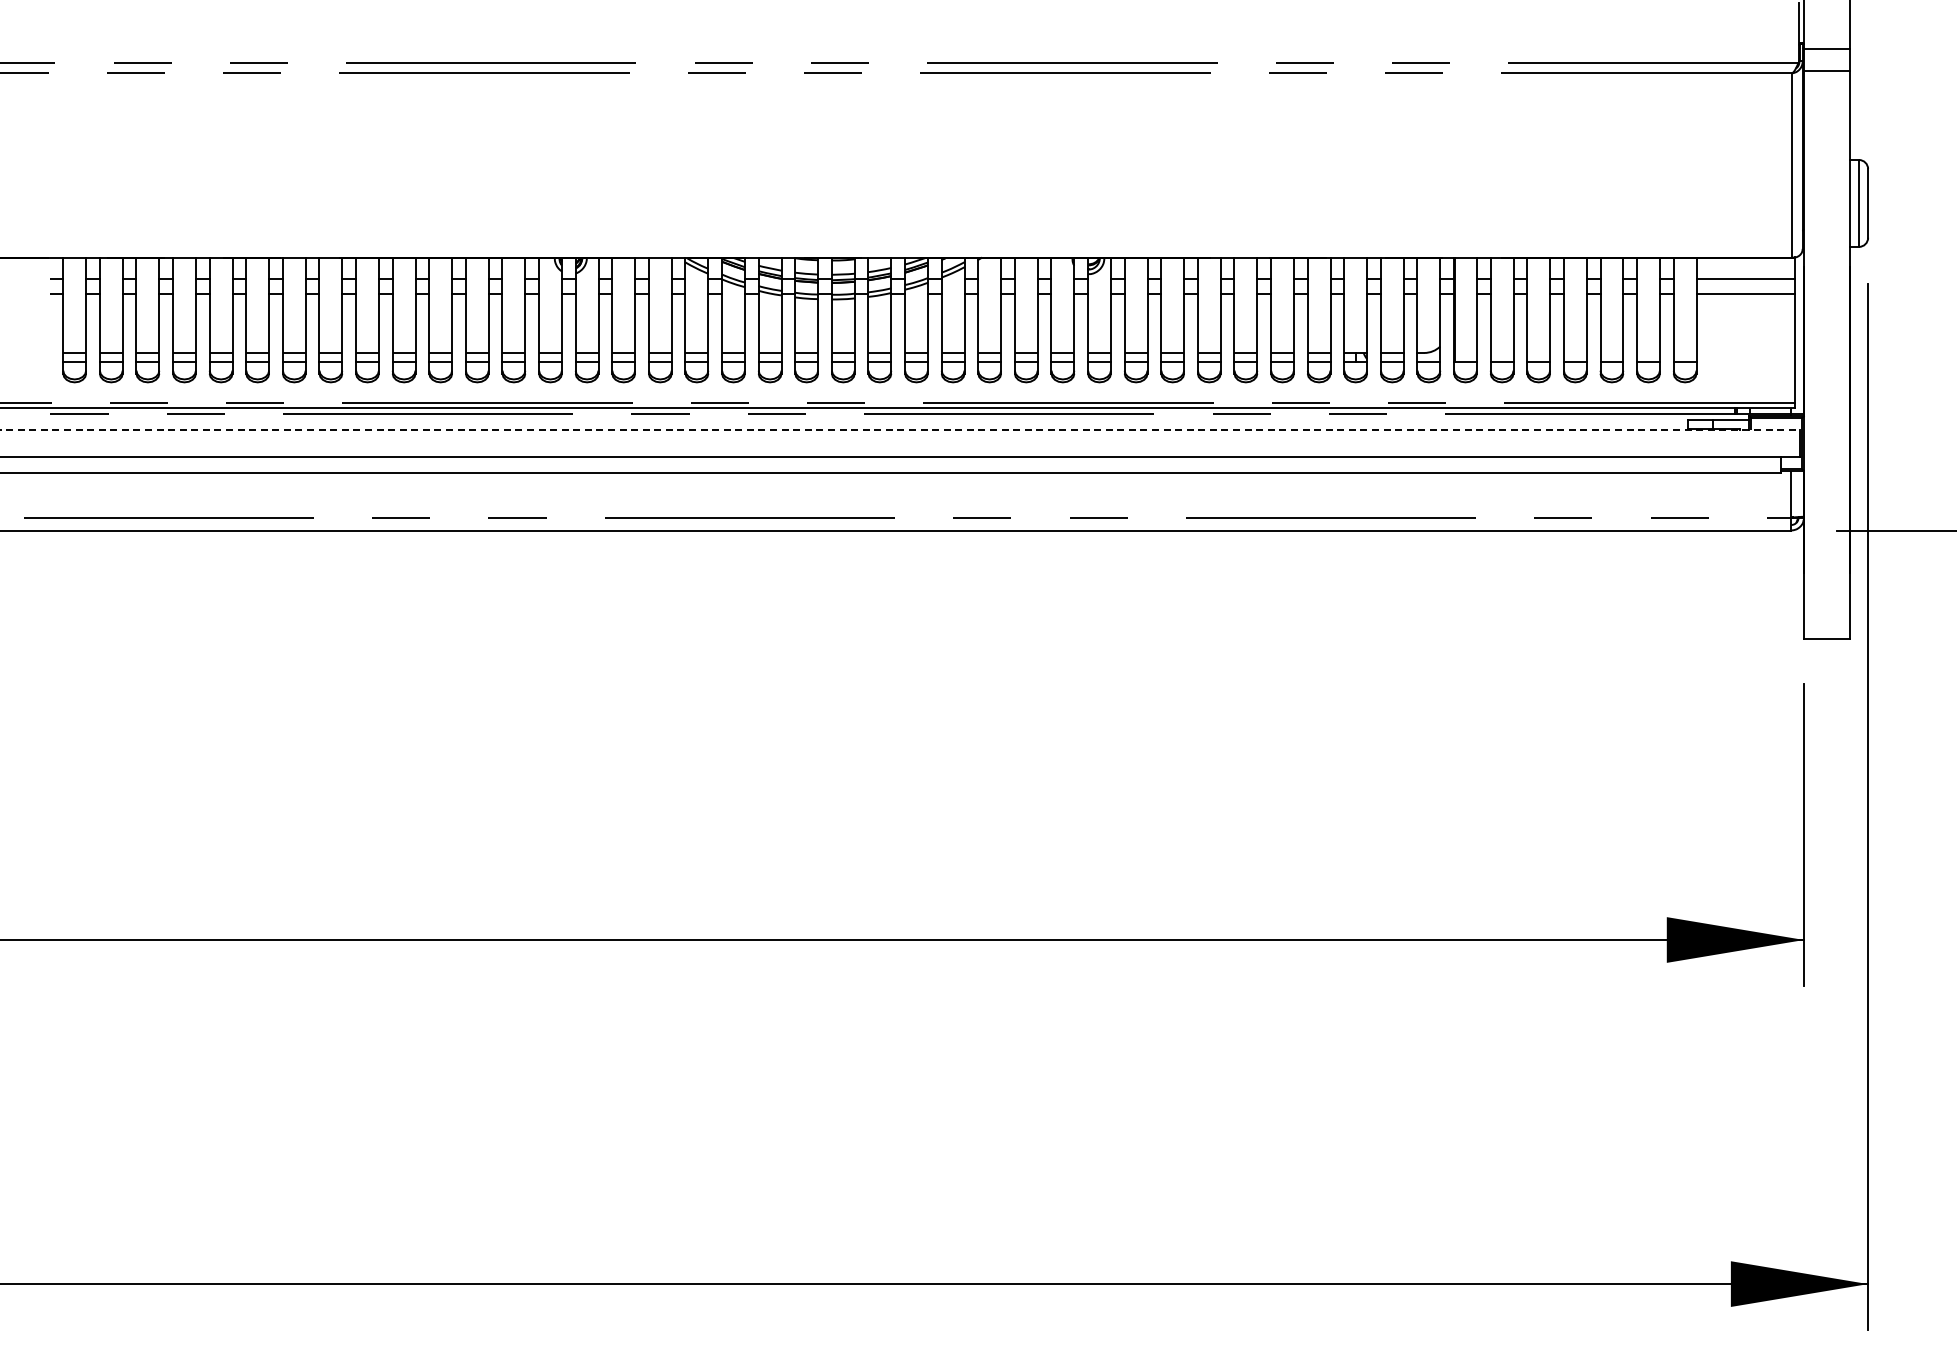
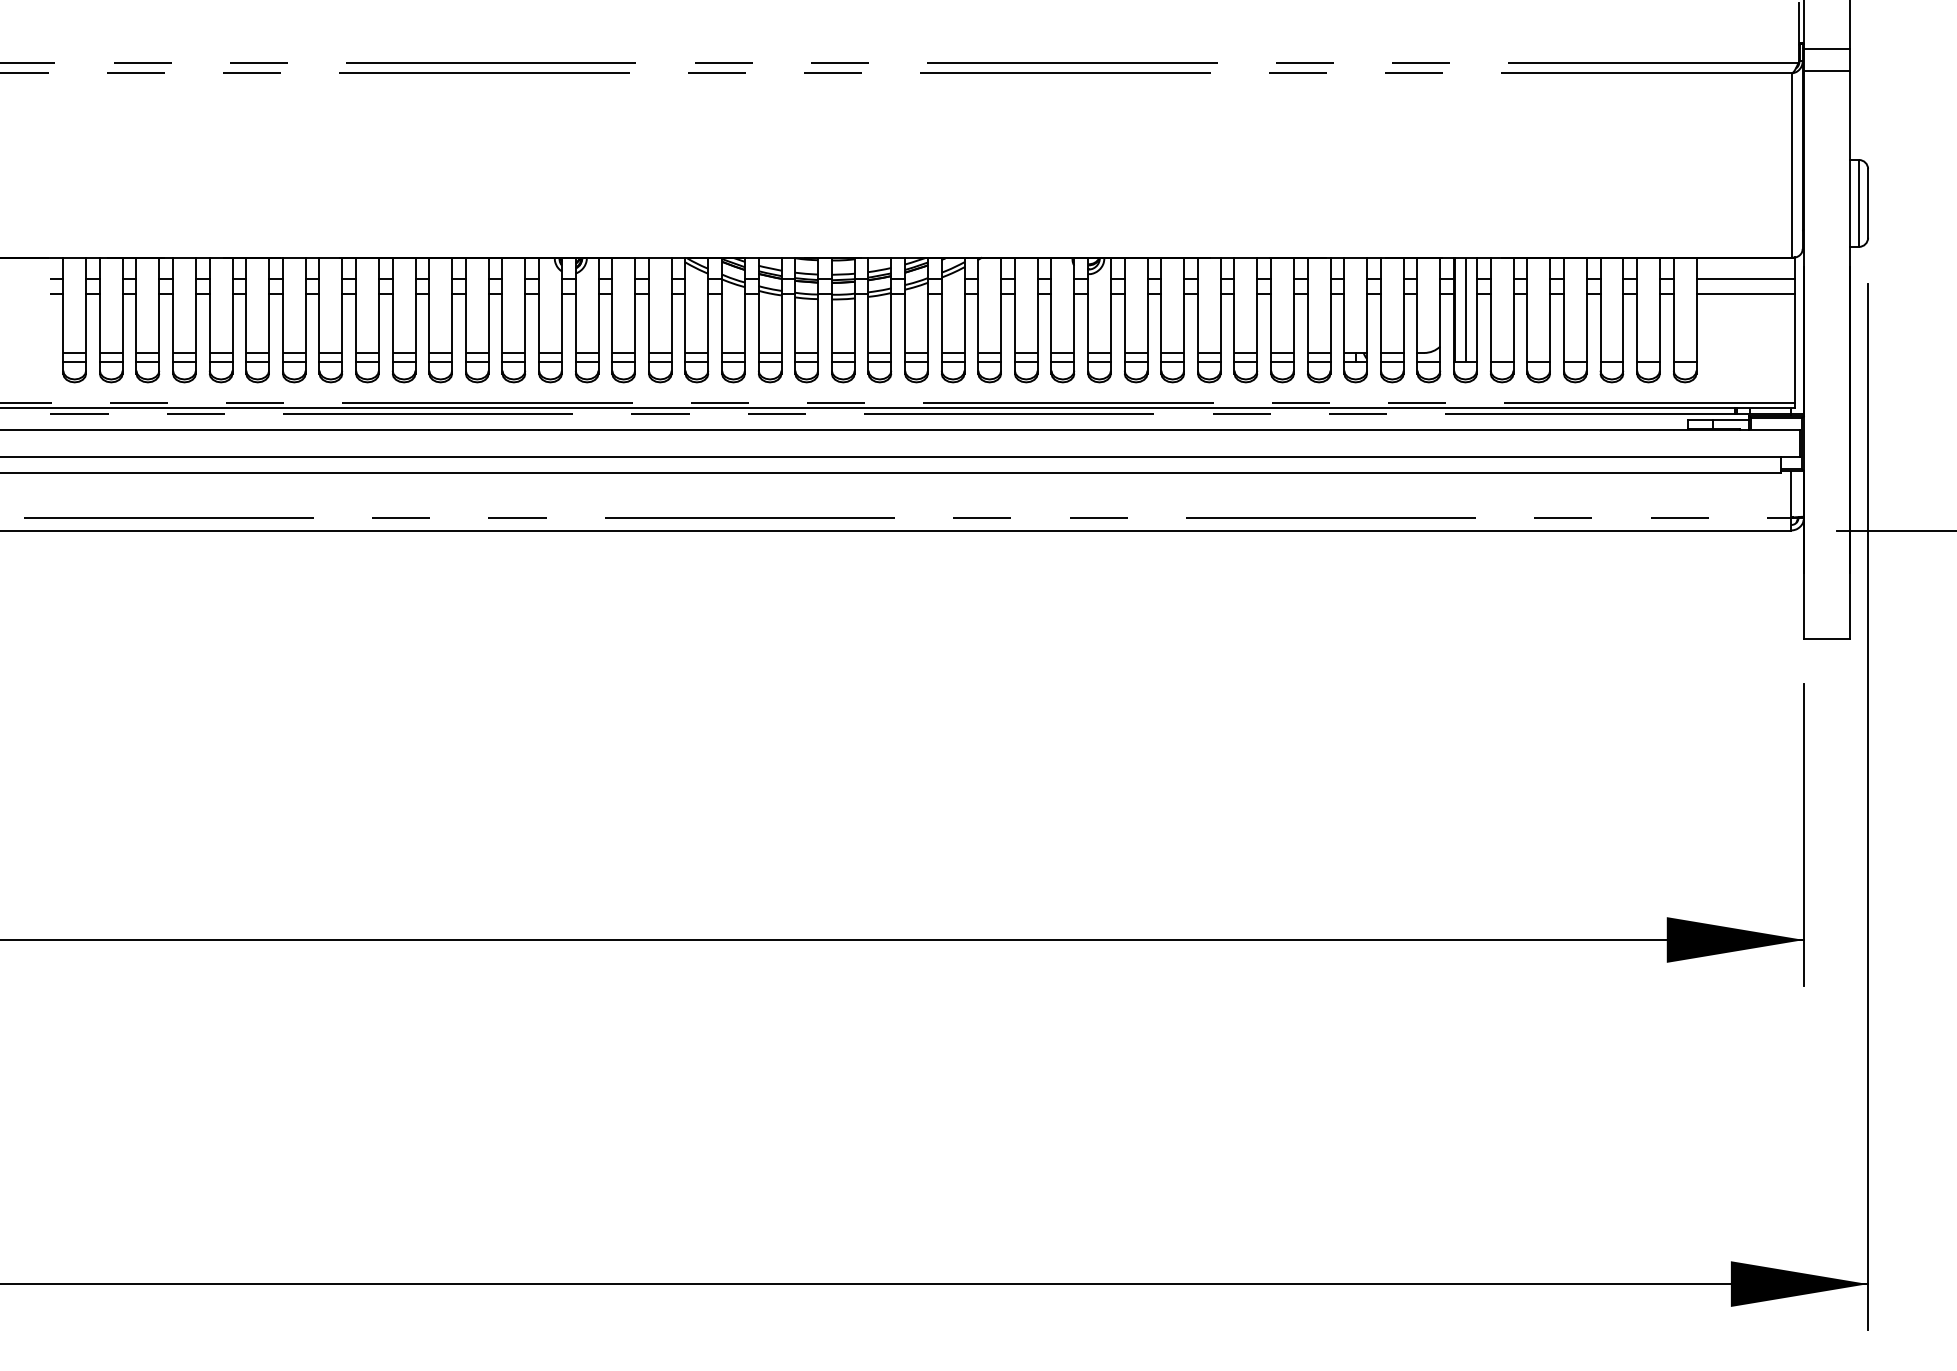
line at (1465, 310): none -> present
line at (900, 429): dashed -> solid
